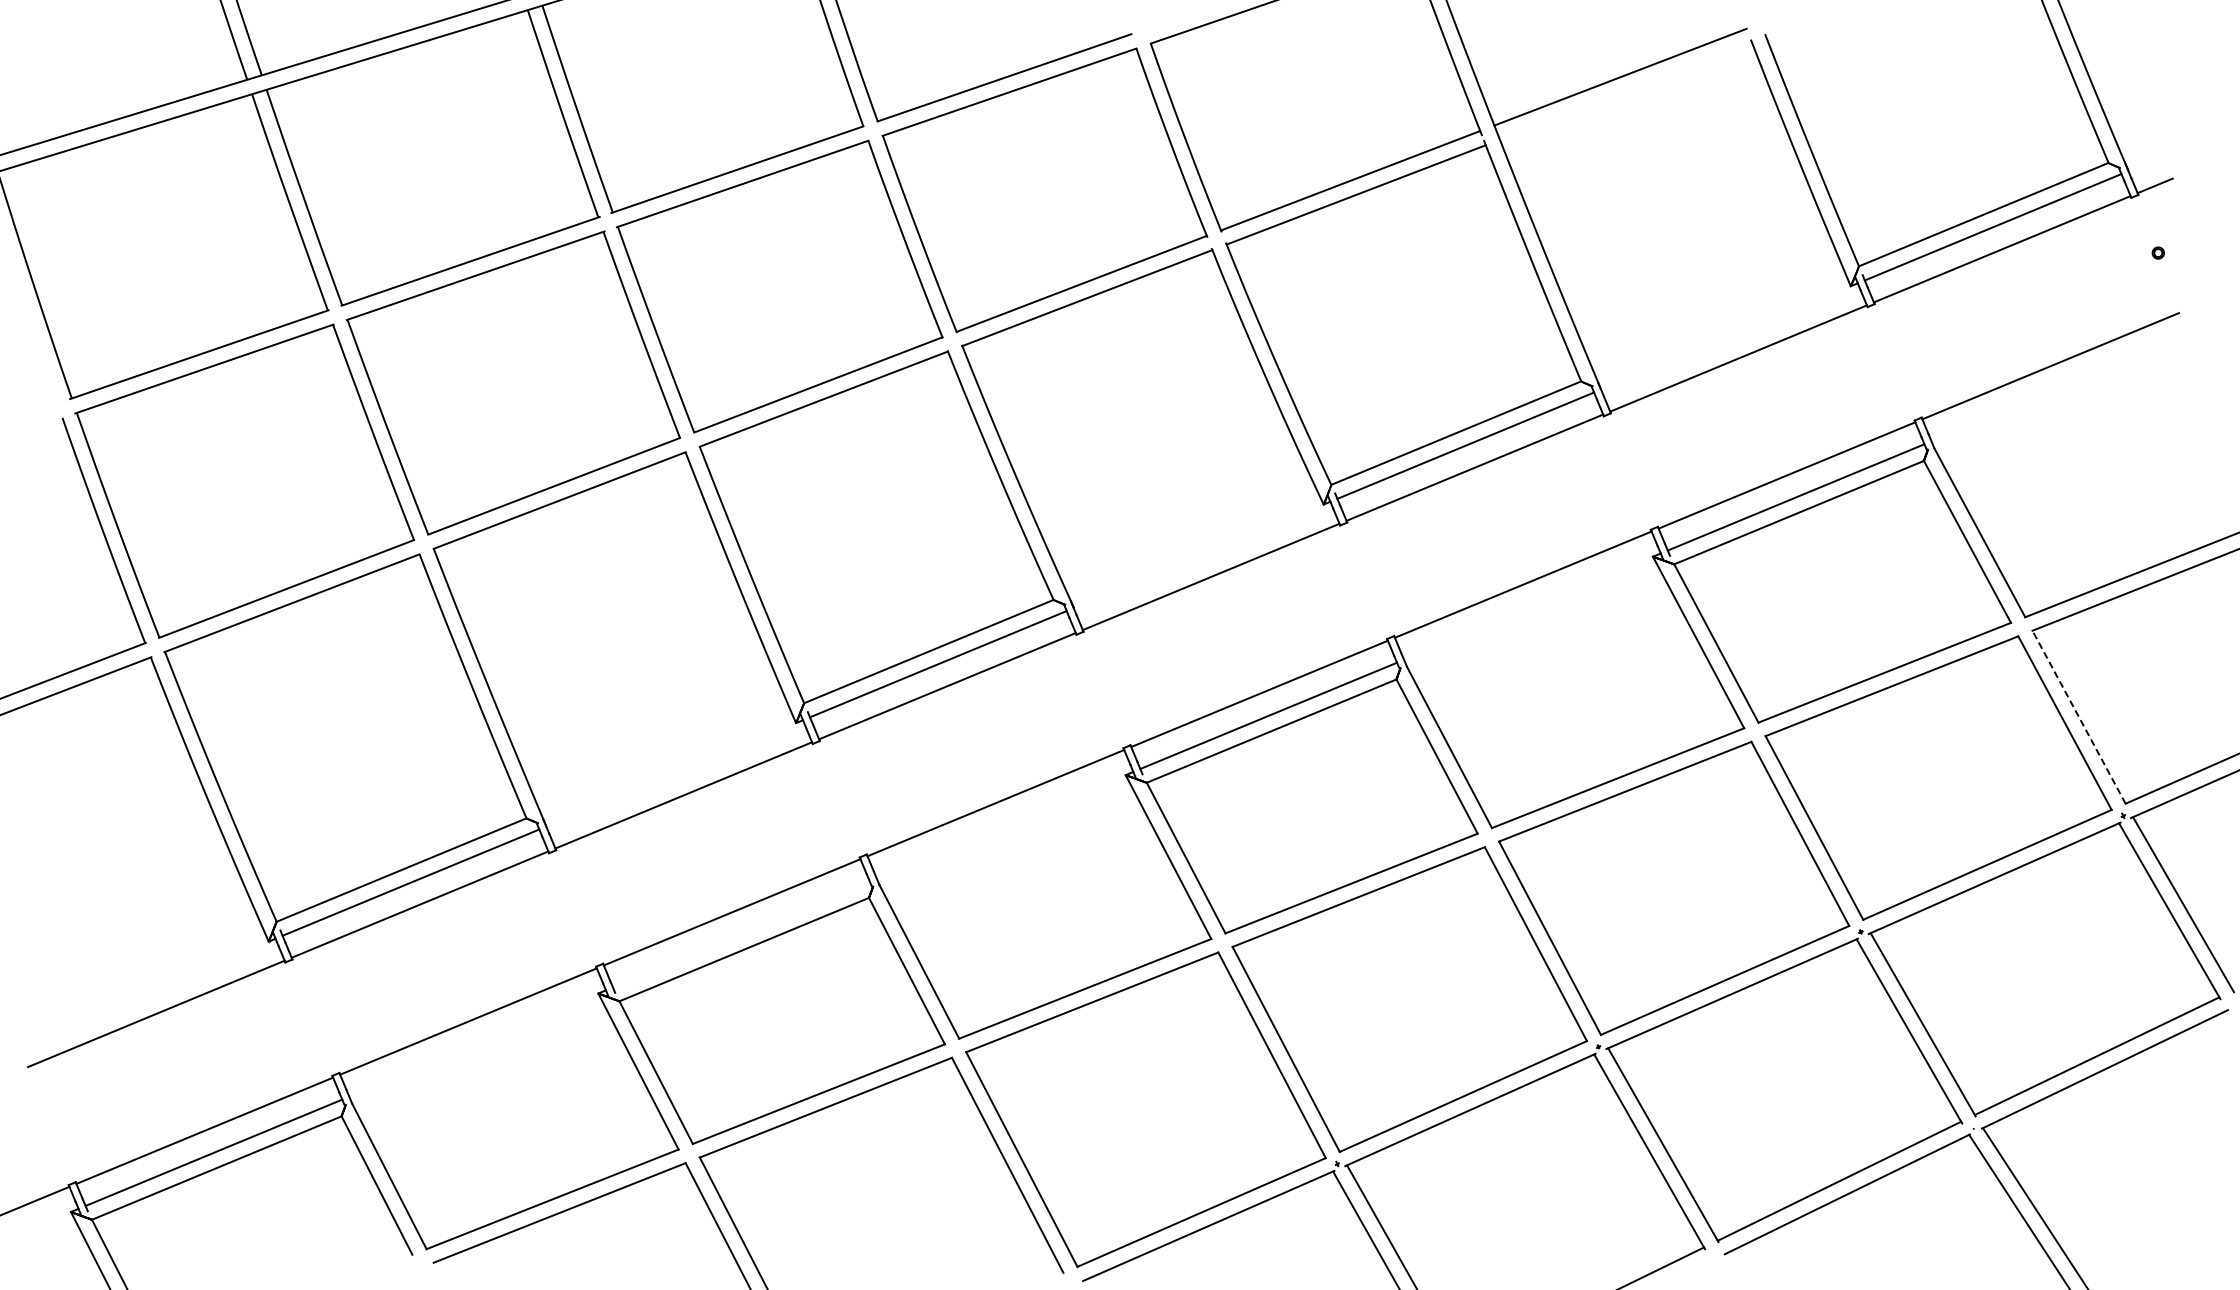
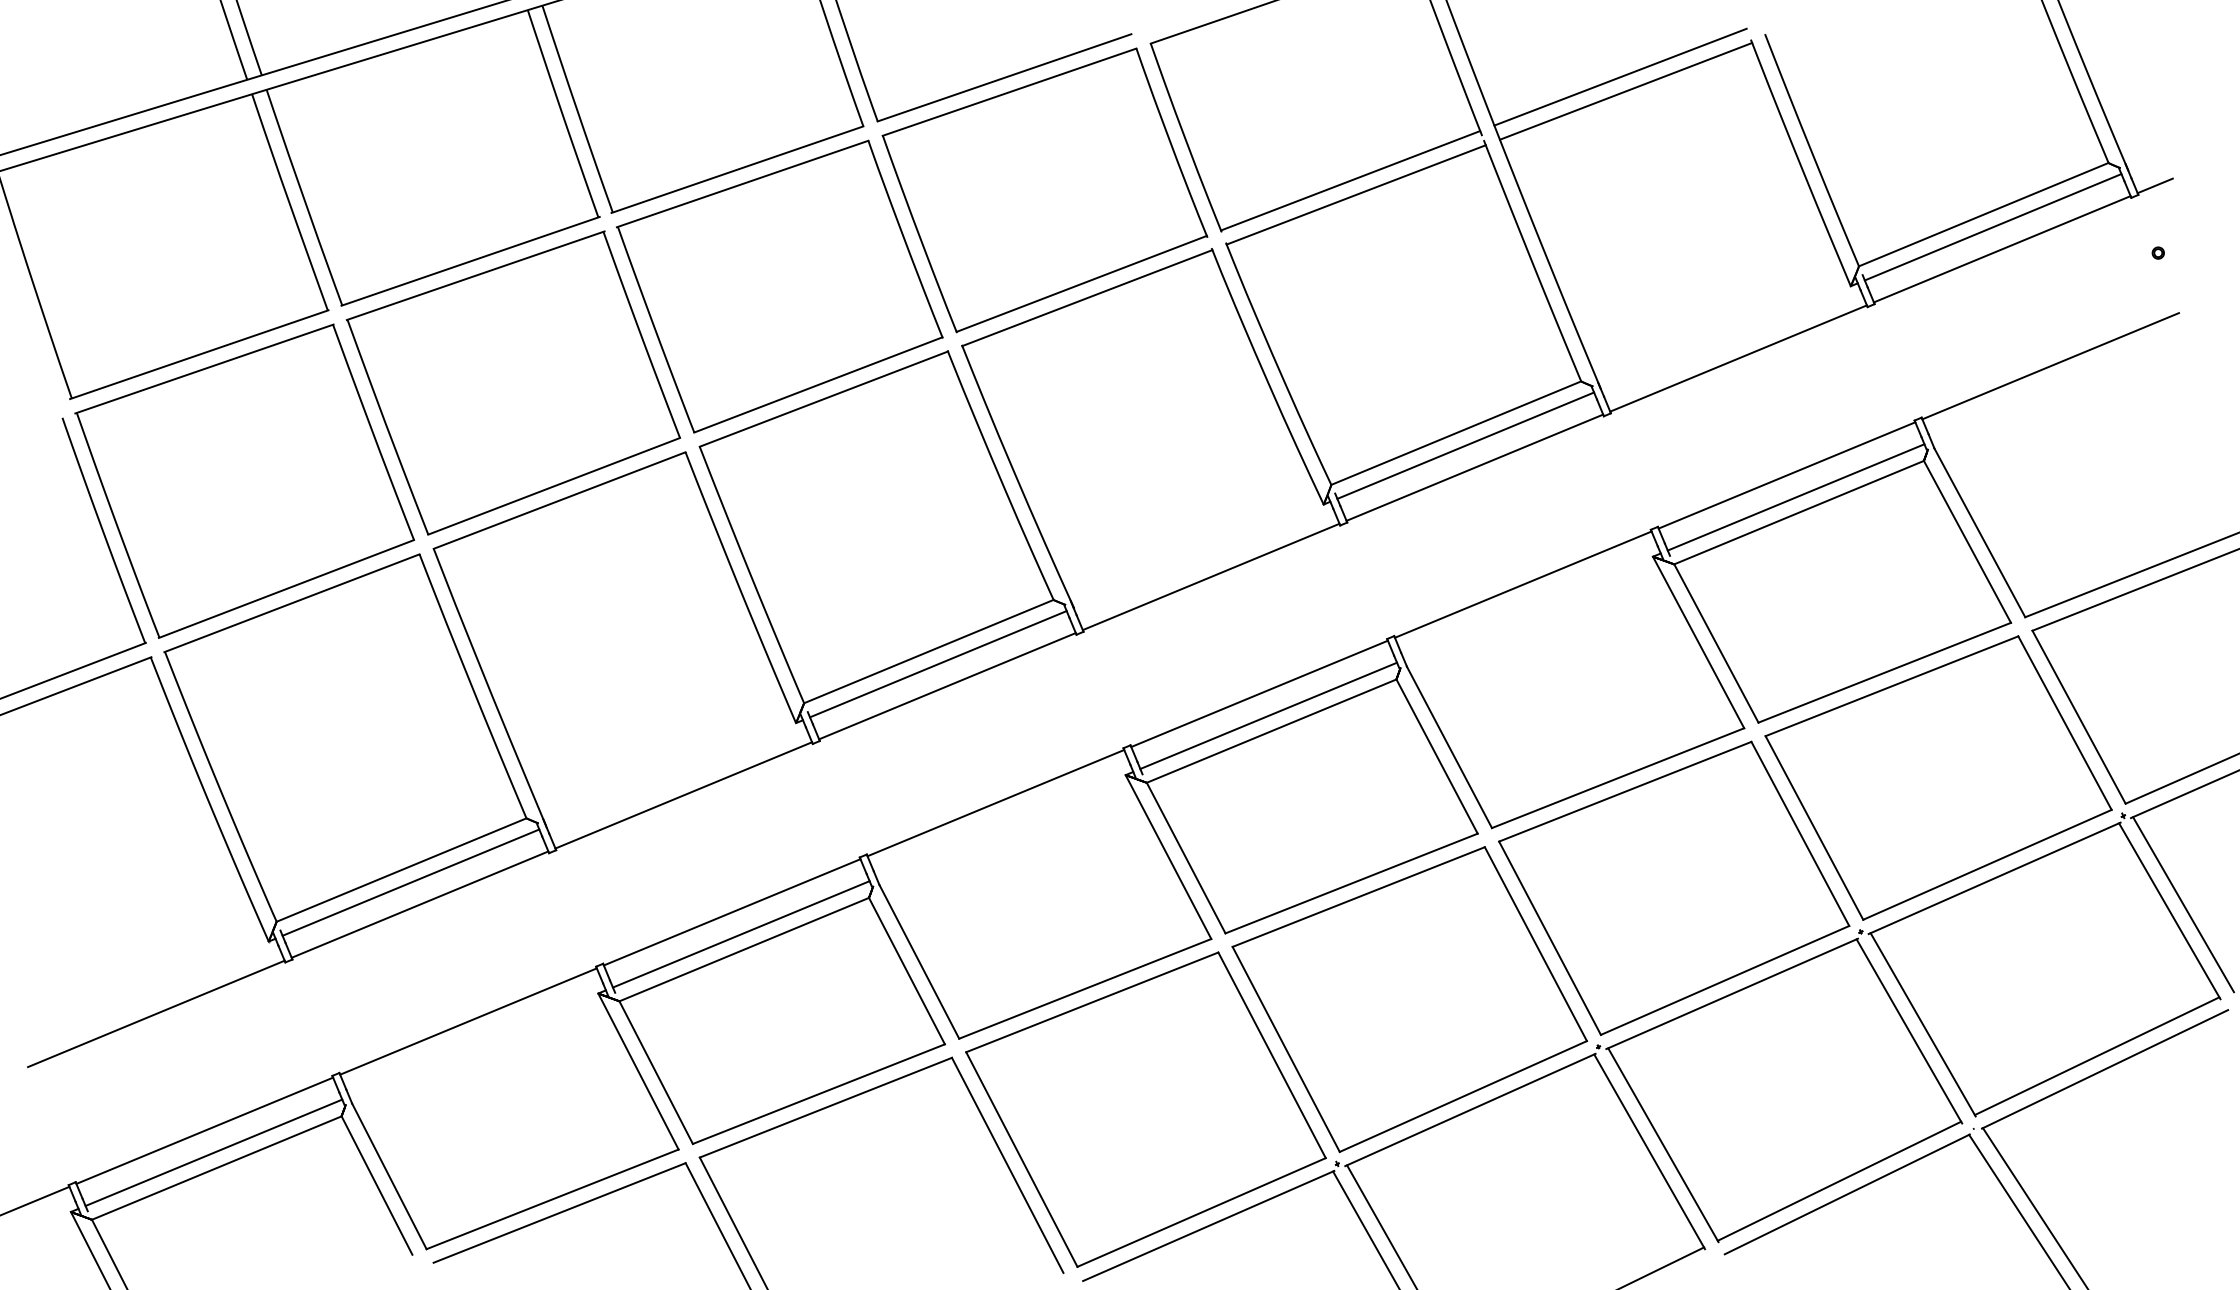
line at (1625, 90): none -> present
line at (2078, 716): dashed -> solid
line at (740, 934): none -> present
